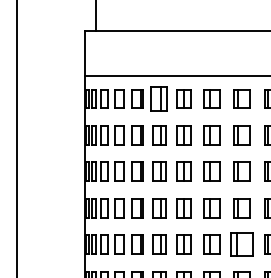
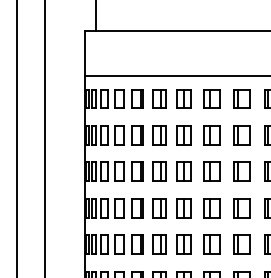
part at (158, 98) size: 18x26 px -> 15x20 px
line at (44, 138): none -> present
part at (241, 244) size: 24x25 px -> 18x21 px
